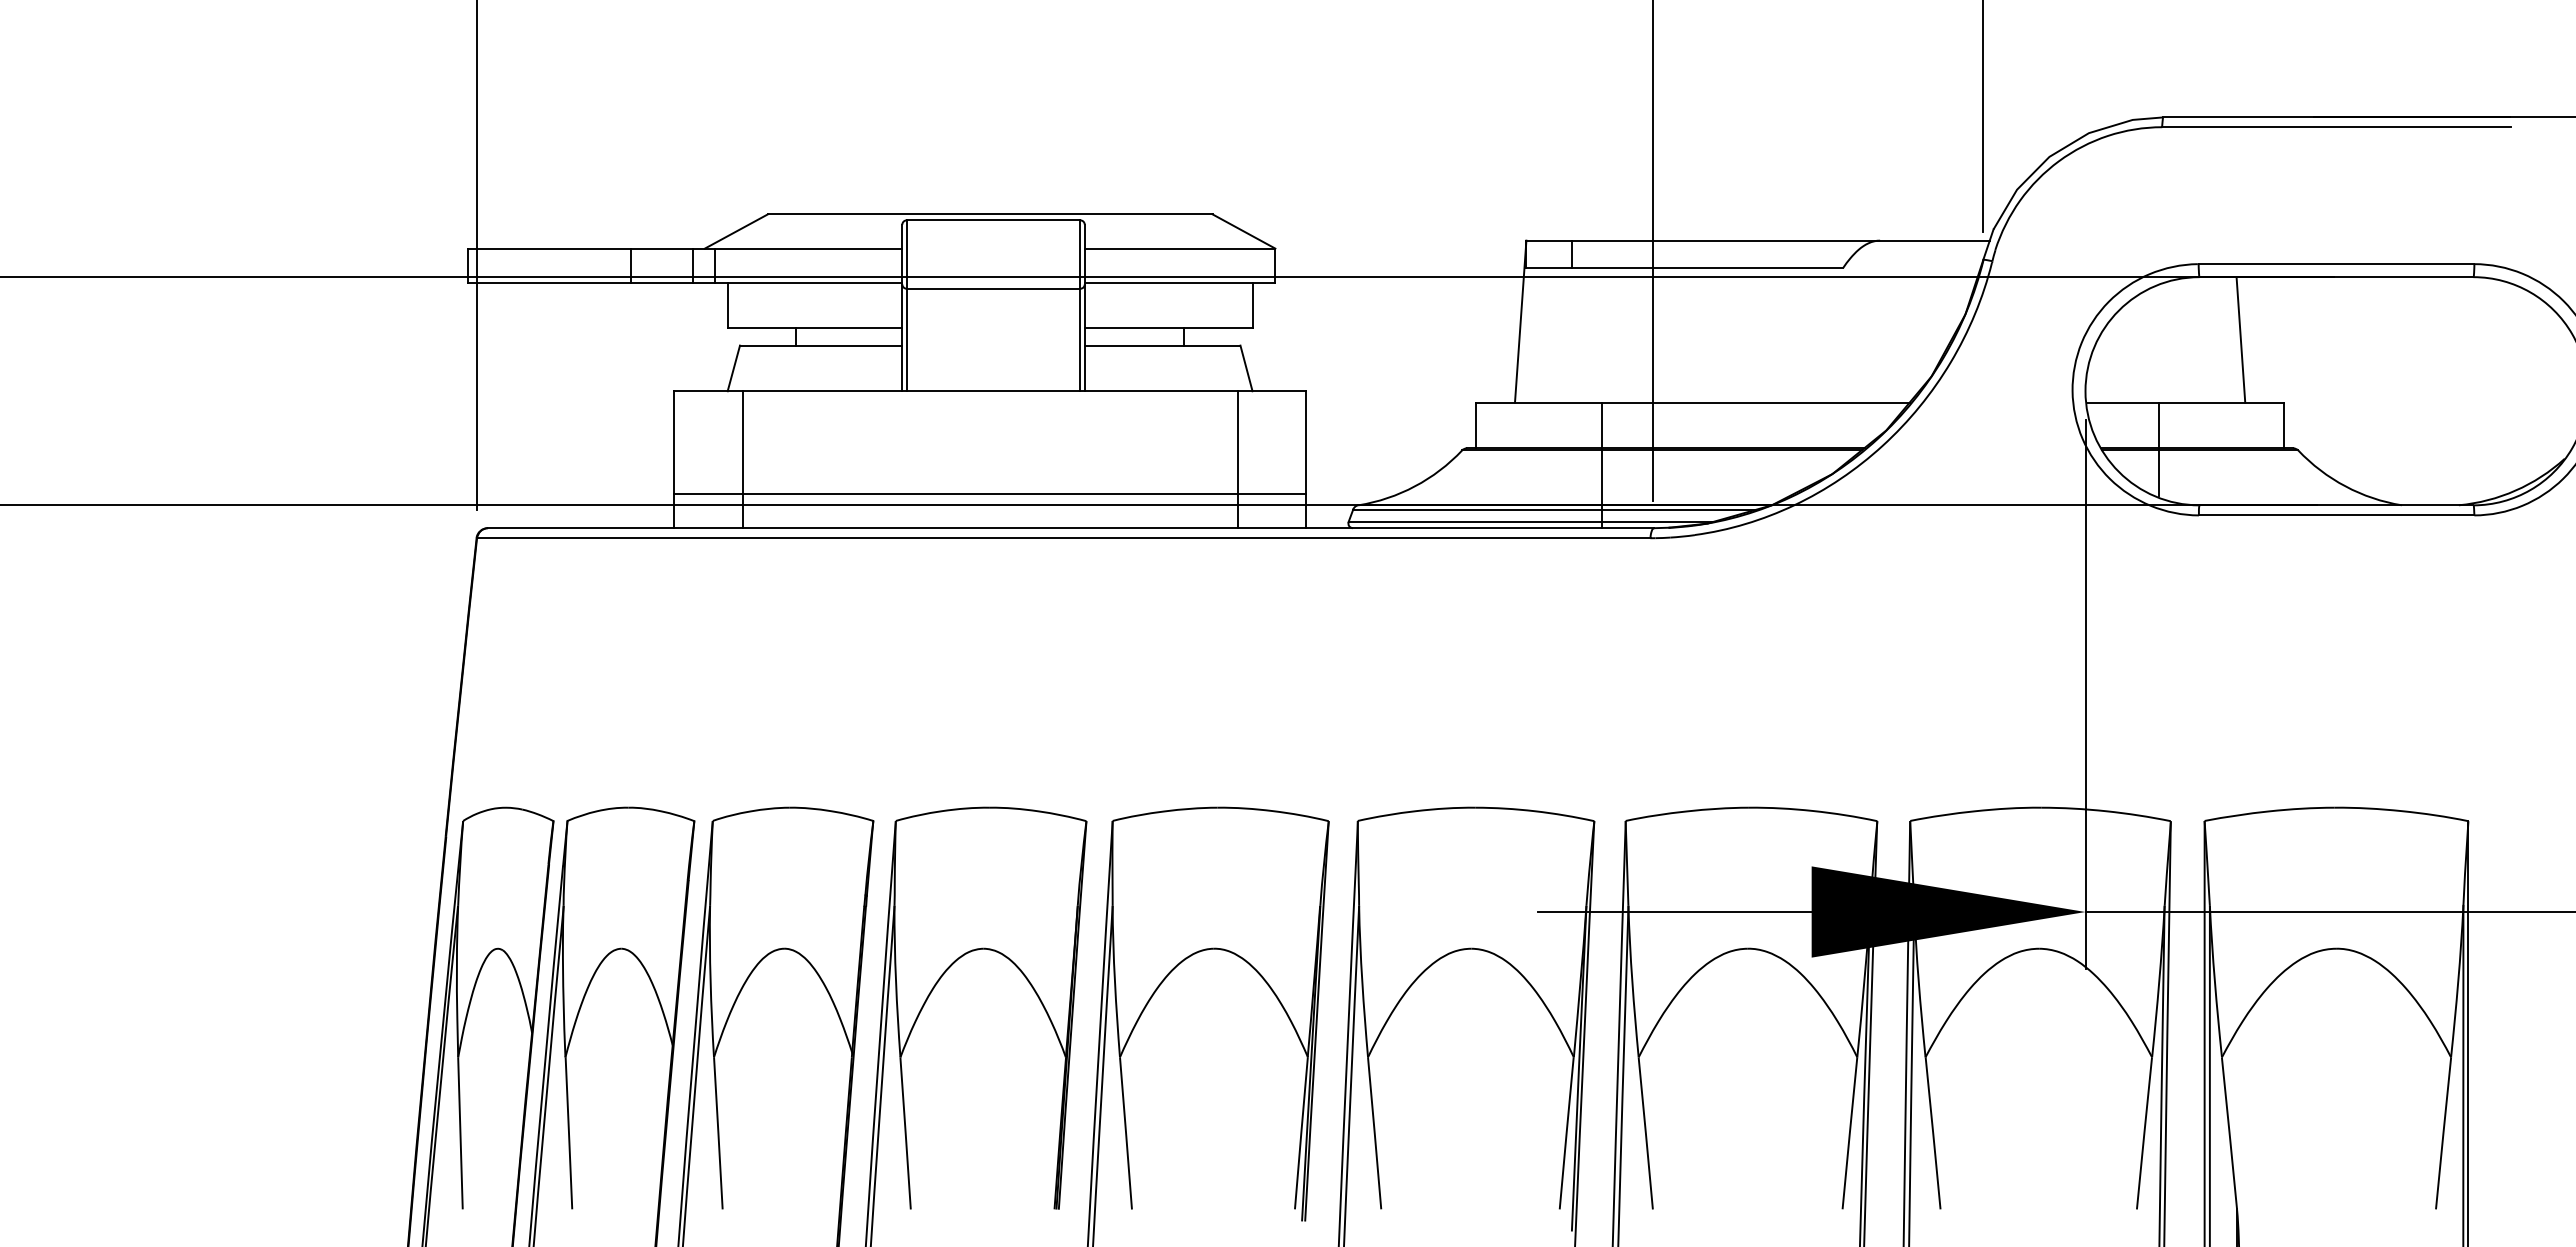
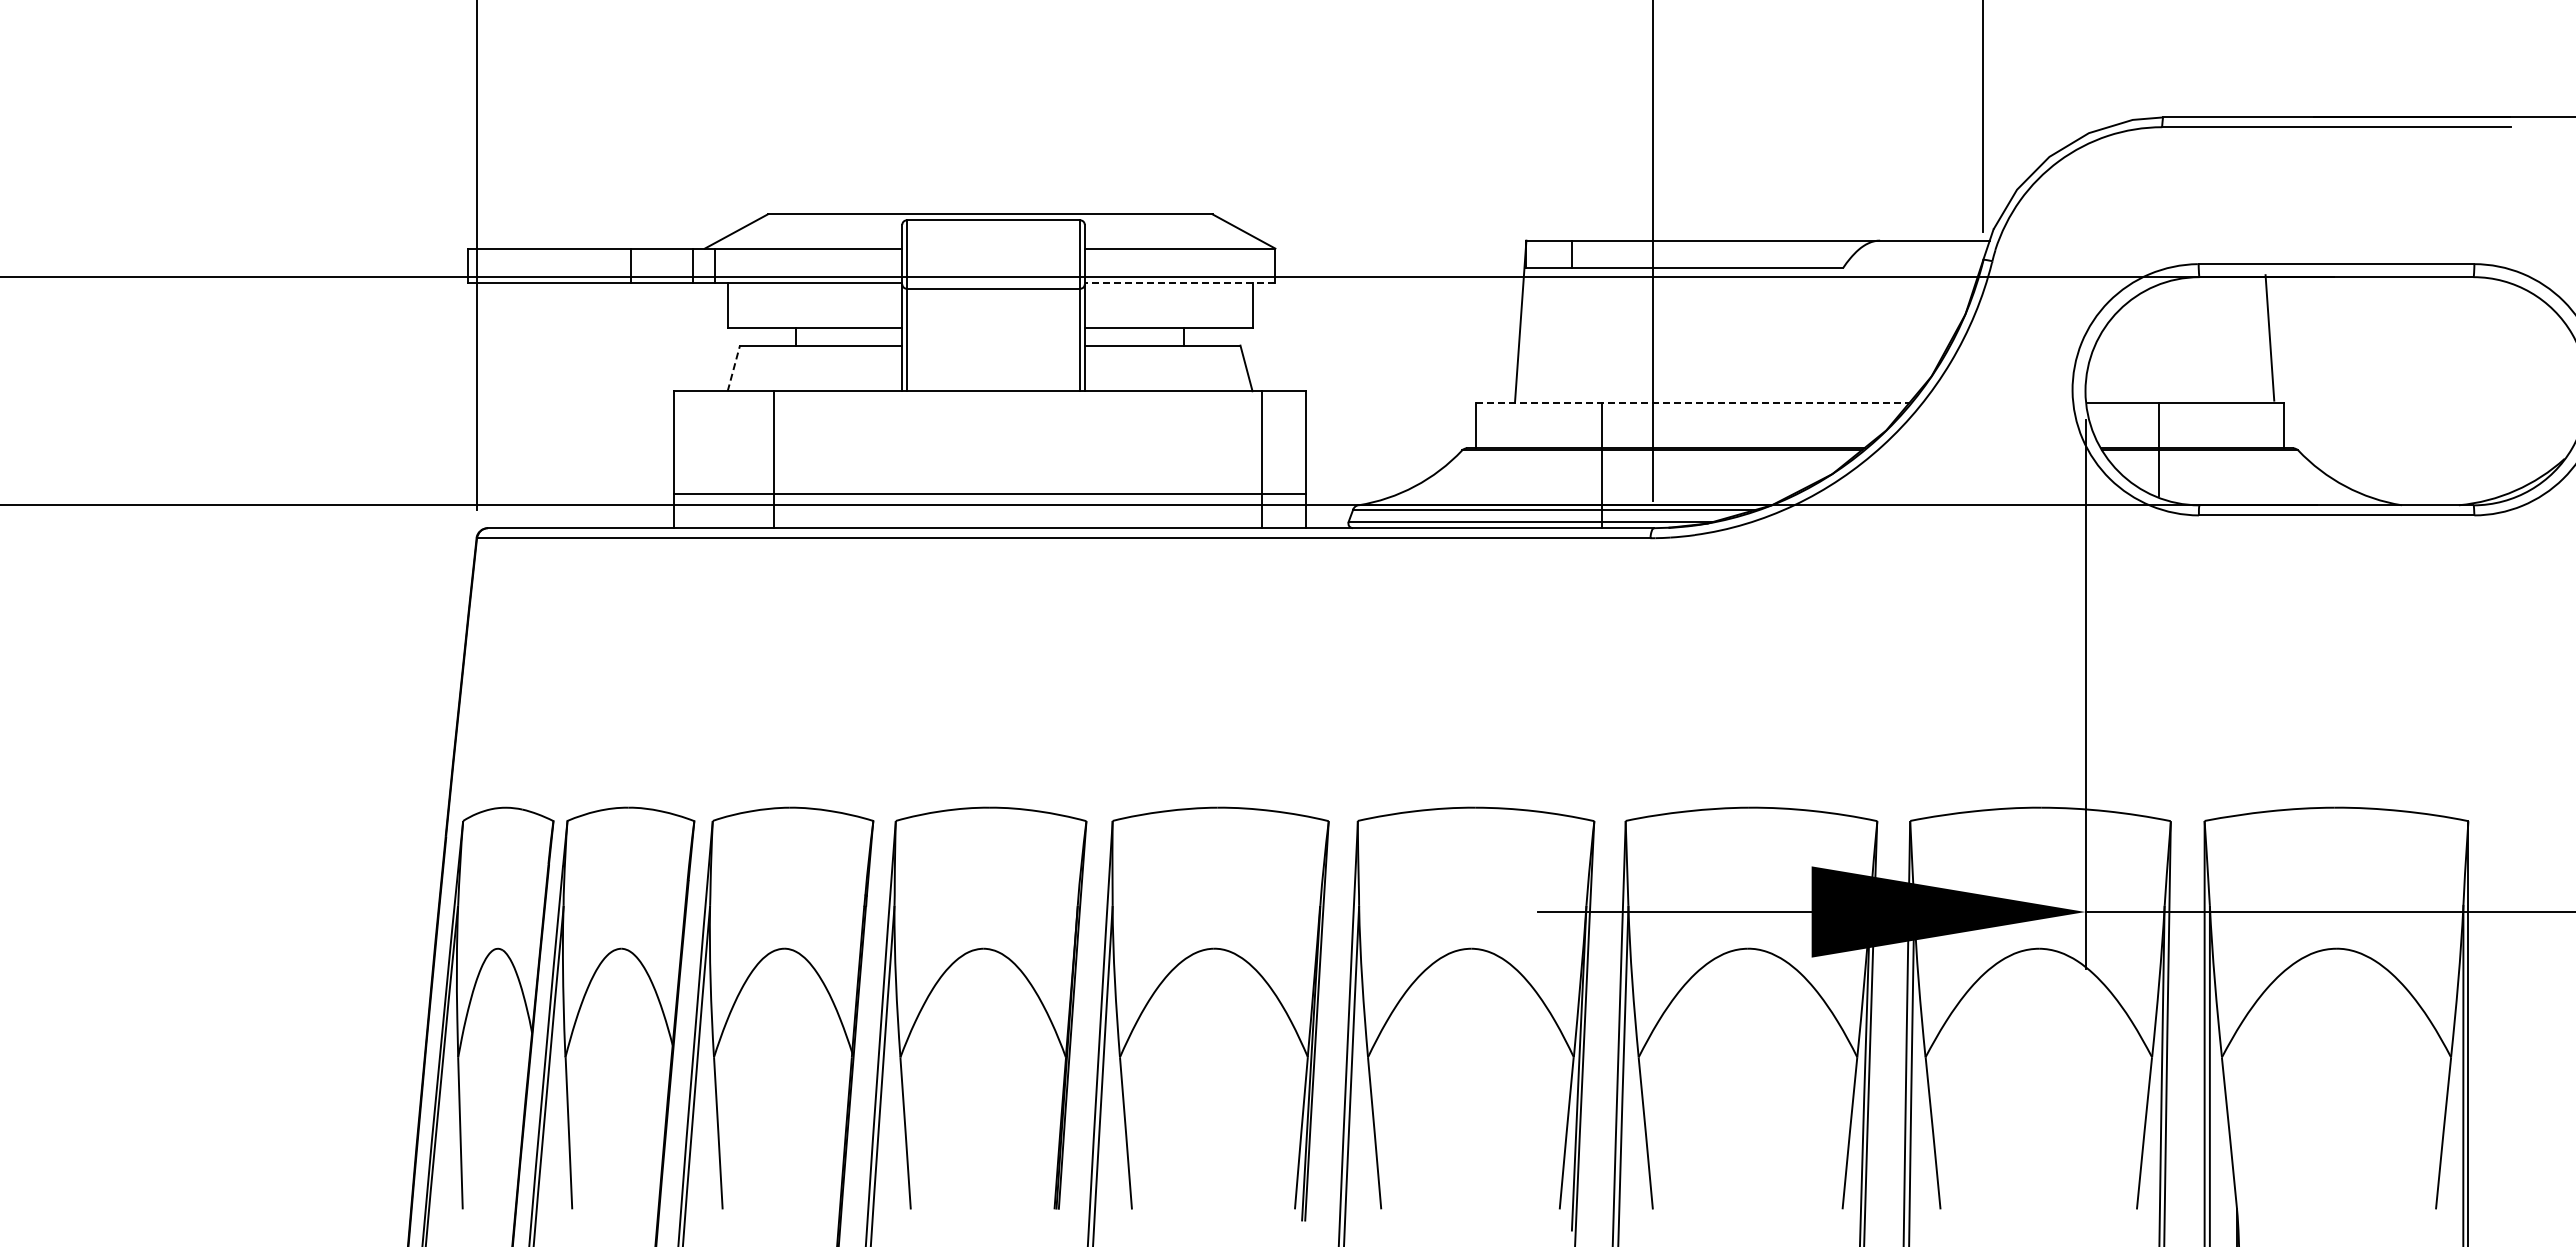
line at (1179, 282): solid -> dashed
line at (2240, 339) position: (2240, 339) -> (2269, 337)
line at (733, 368): solid -> dashed
line at (1693, 402): solid -> dashed
line at (742, 459) position: (742, 459) -> (773, 459)
line at (1237, 459) position: (1237, 459) -> (1261, 459)
